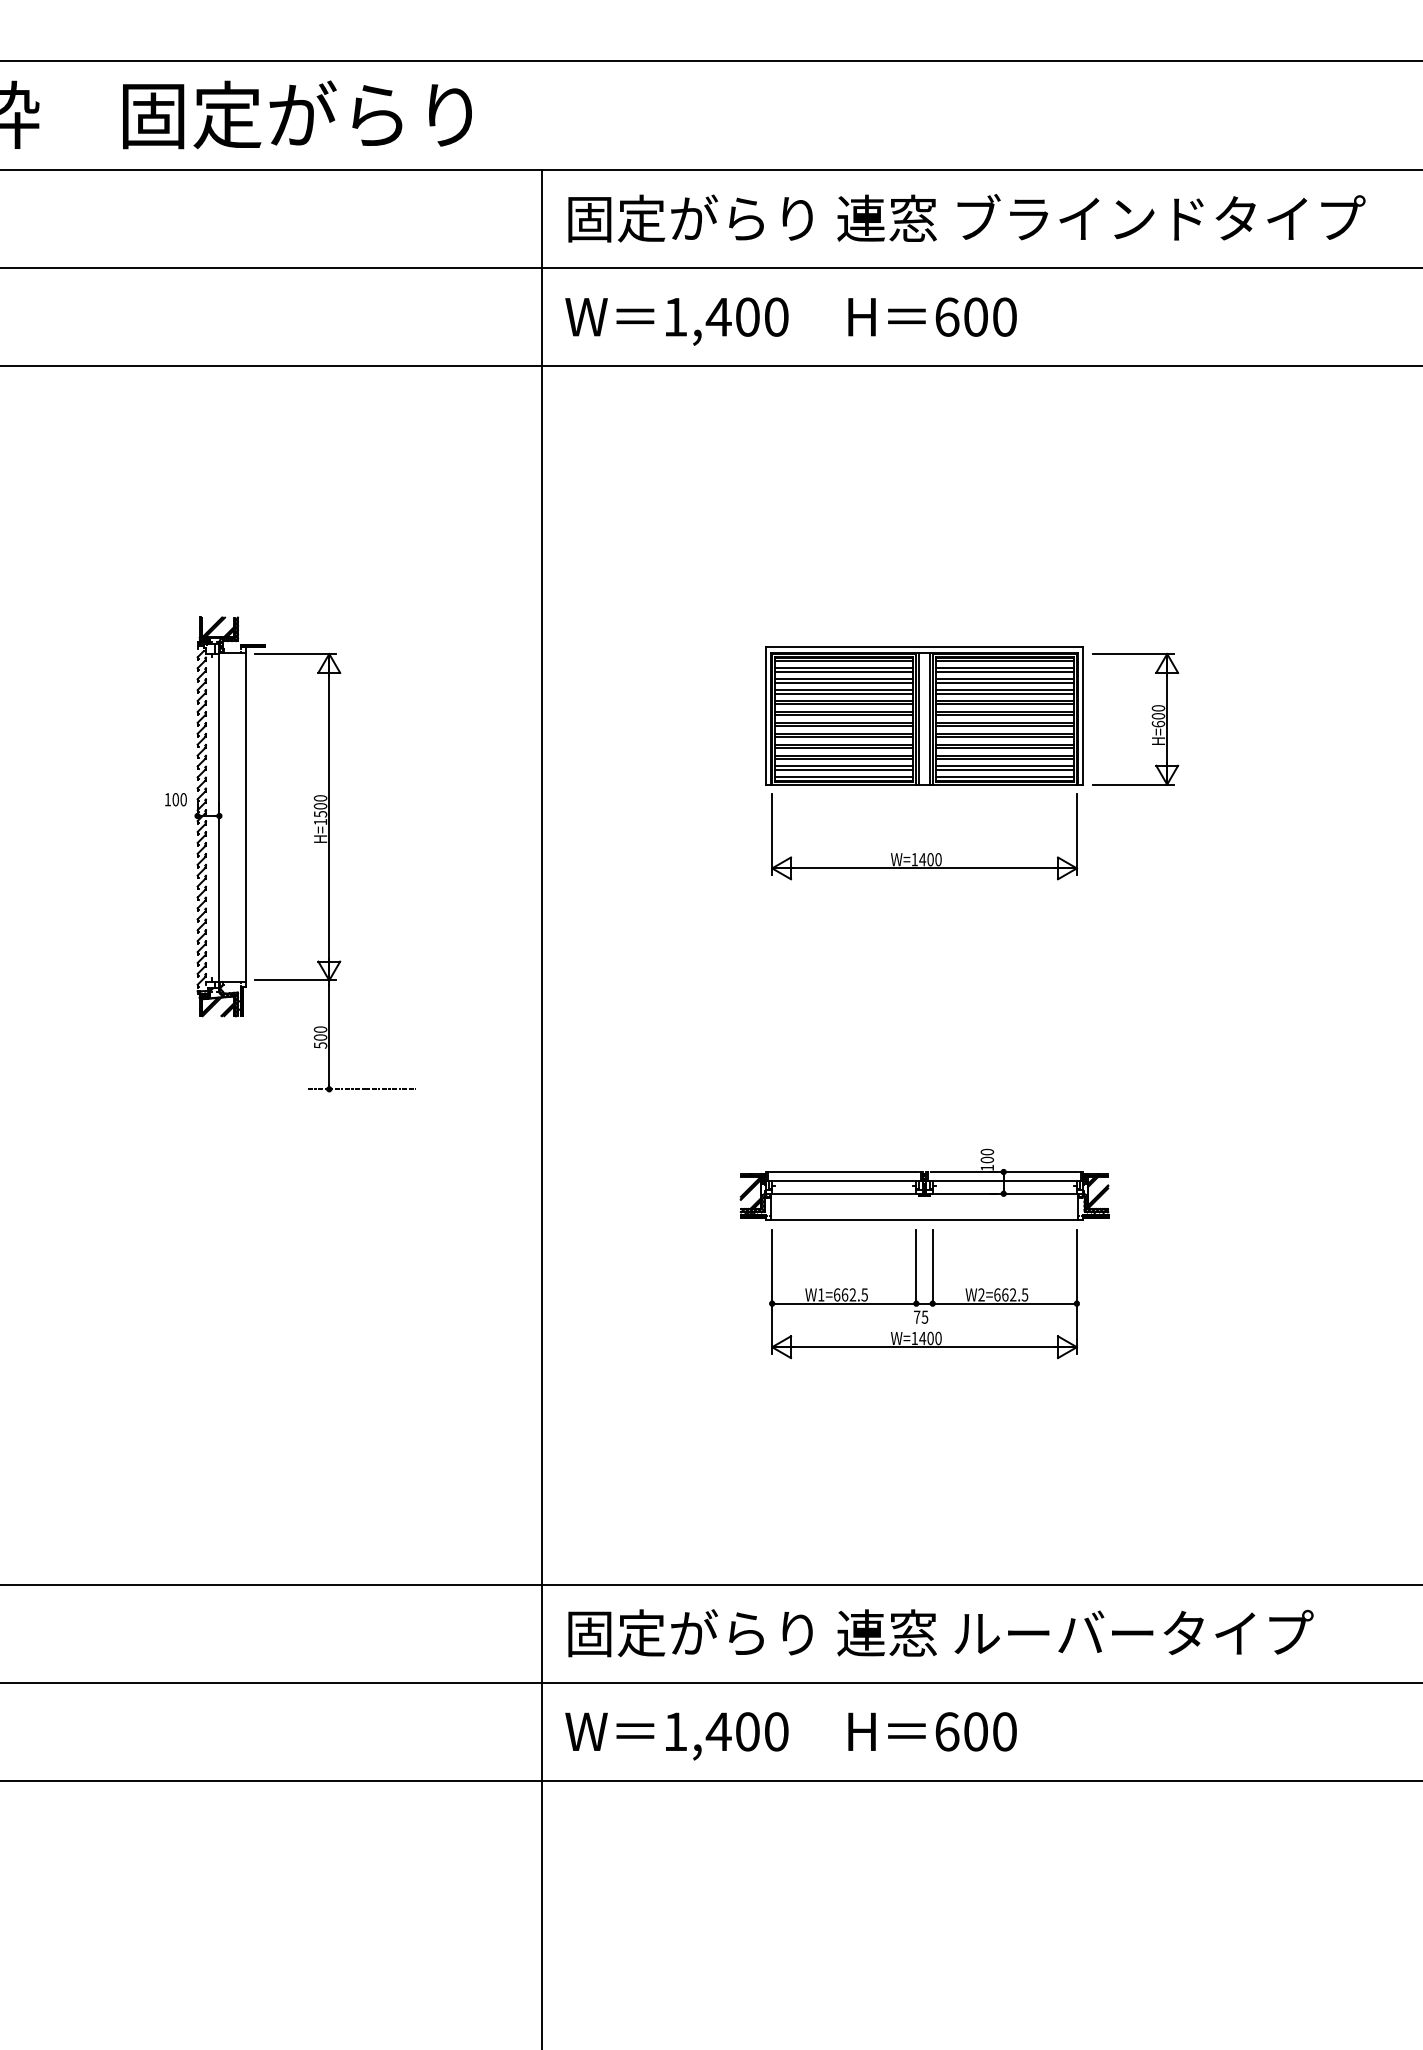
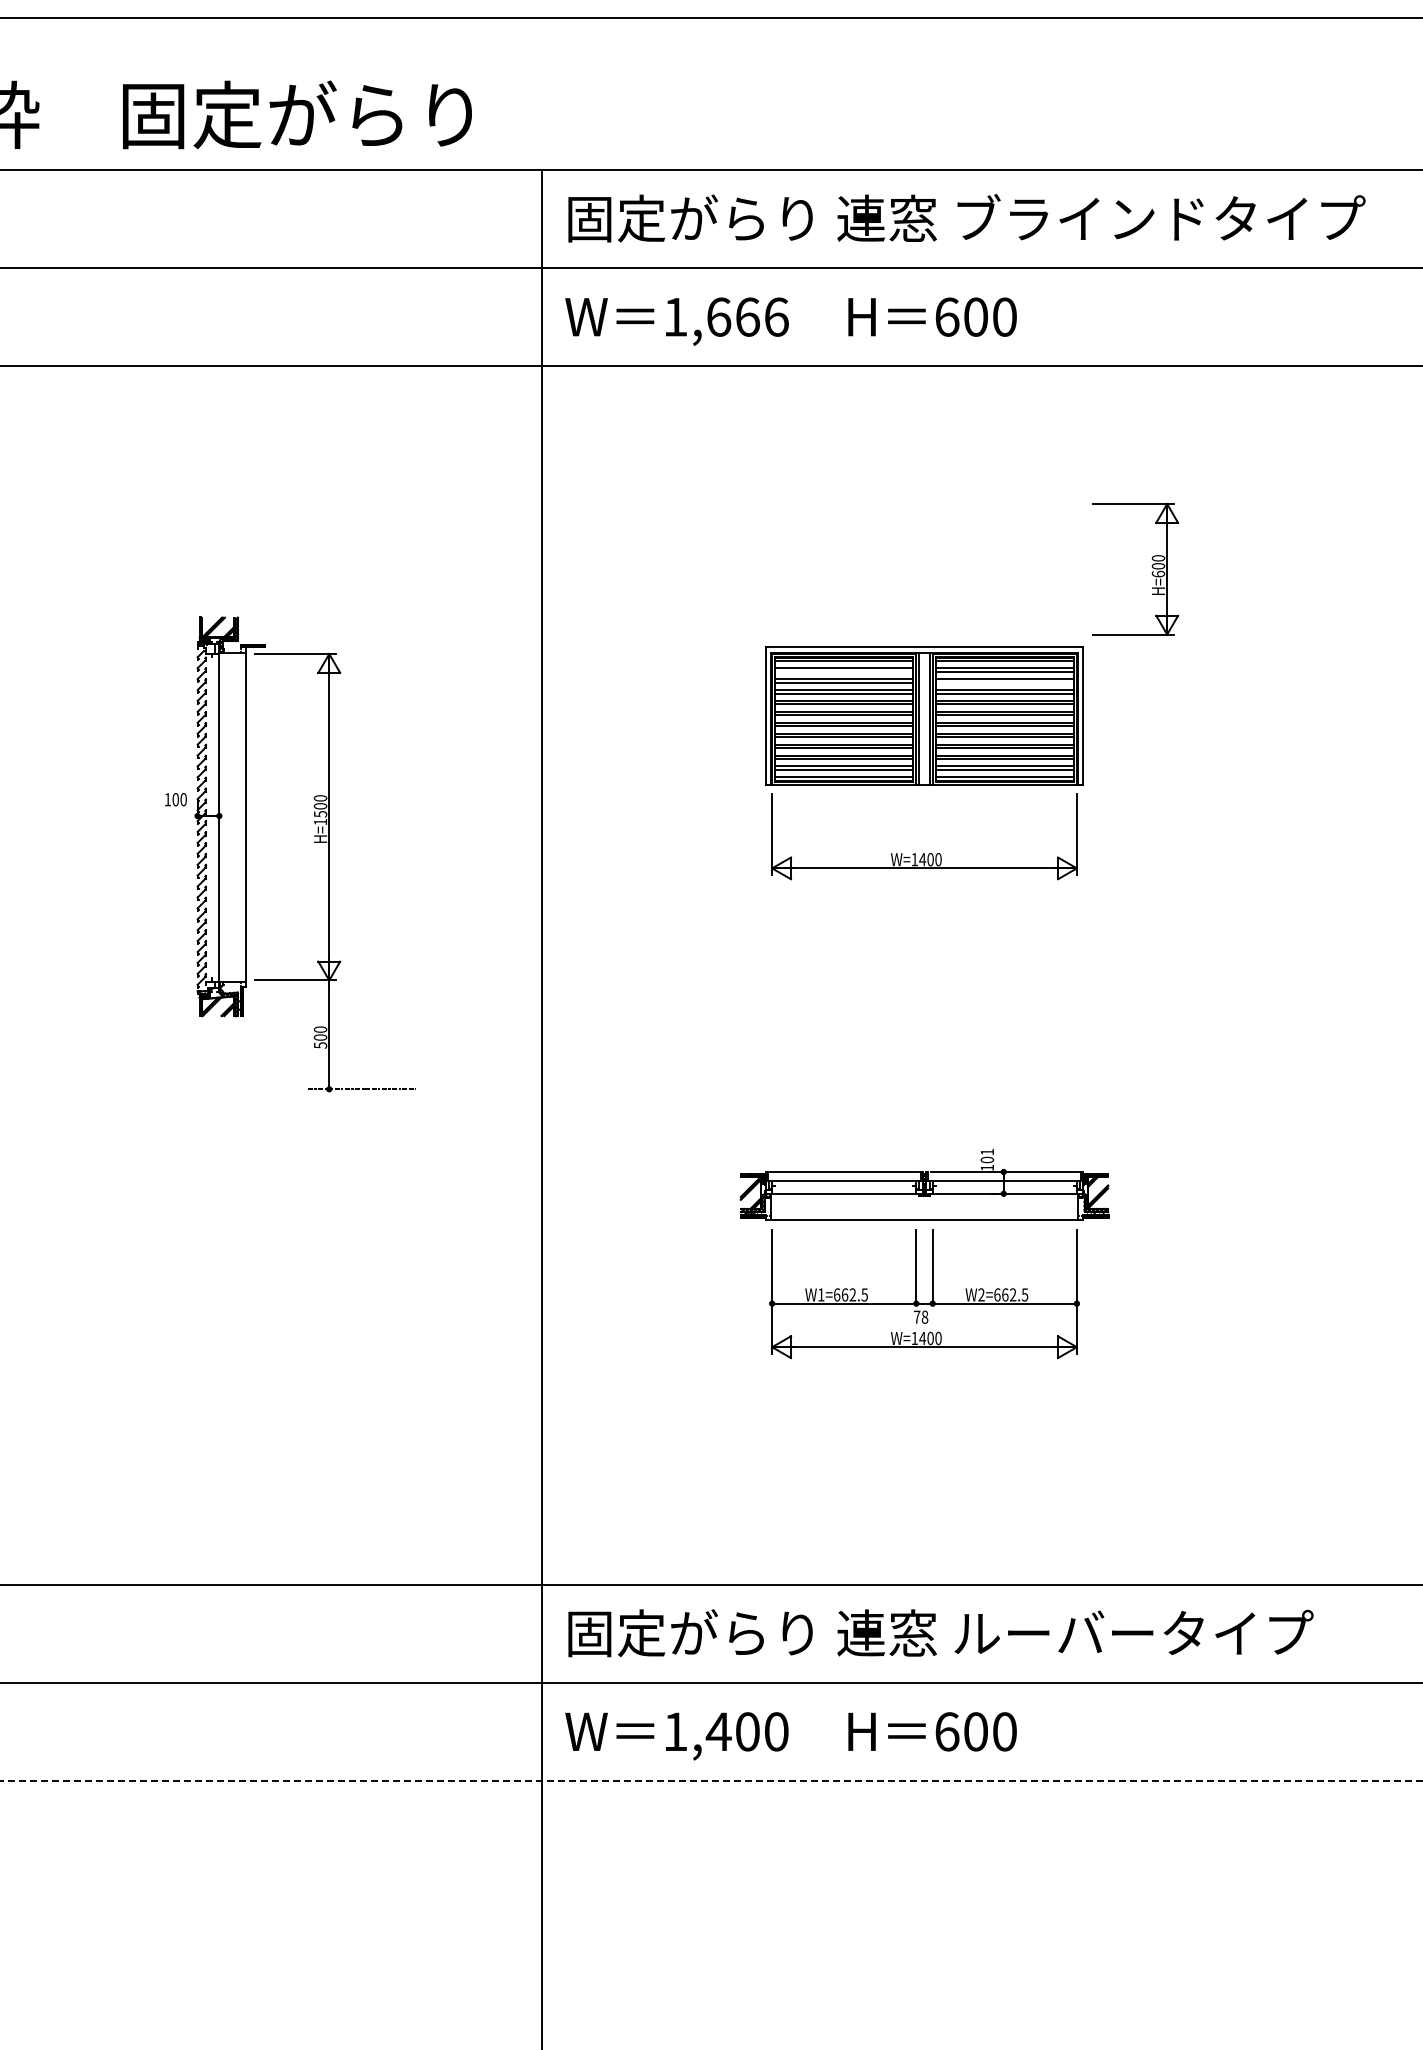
line at (710, 61) position: (710, 61) -> (710, 18)
text at (746, 316): 1,400 -> 1,666
line at (844, 671): present -> none
line at (1004, 682): present -> none
part at (1151, 716) position: (1151, 716) -> (1151, 566)
text at (987, 1151): 100 -> 101
text at (924, 1316): 75 -> 78
line at (712, 1780): solid -> dashed
